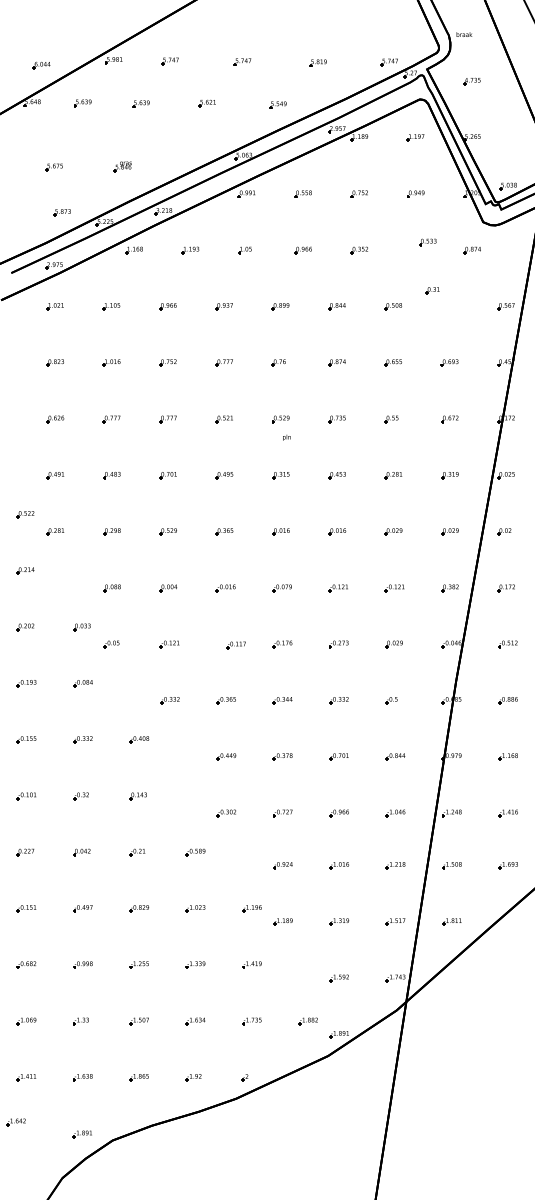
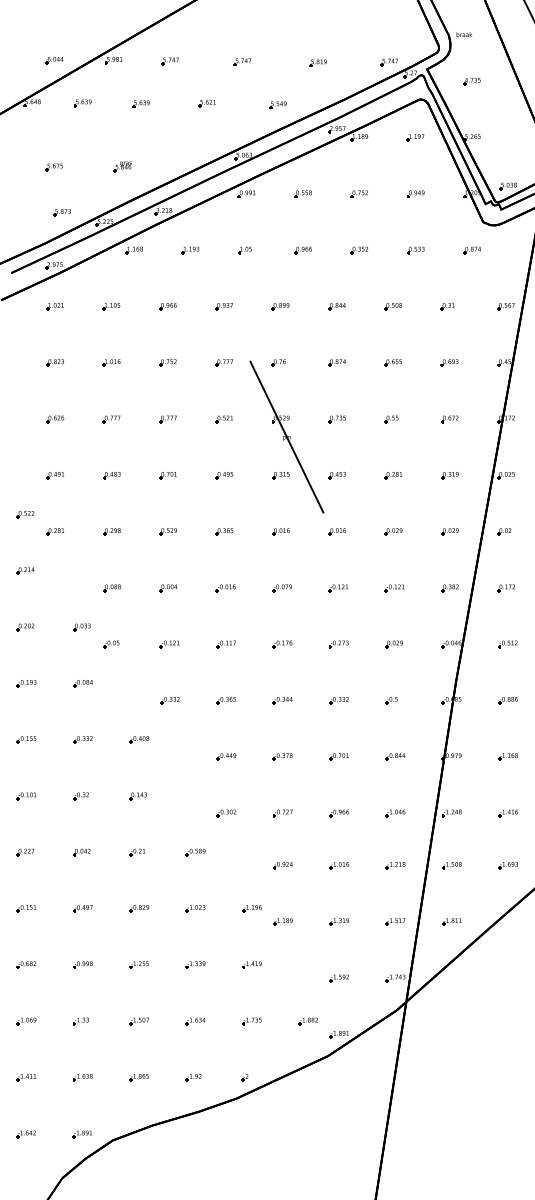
part at (41, 65) position: (41, 65) -> (54, 60)
part at (427, 242) position: (427, 242) -> (415, 250)
part at (432, 290) position: (432, 290) -> (447, 306)
line at (286, 436): none -> present
part at (235, 645) position: (235, 645) -> (225, 644)
part at (15, 1122) position: (15, 1122) -> (25, 1134)
